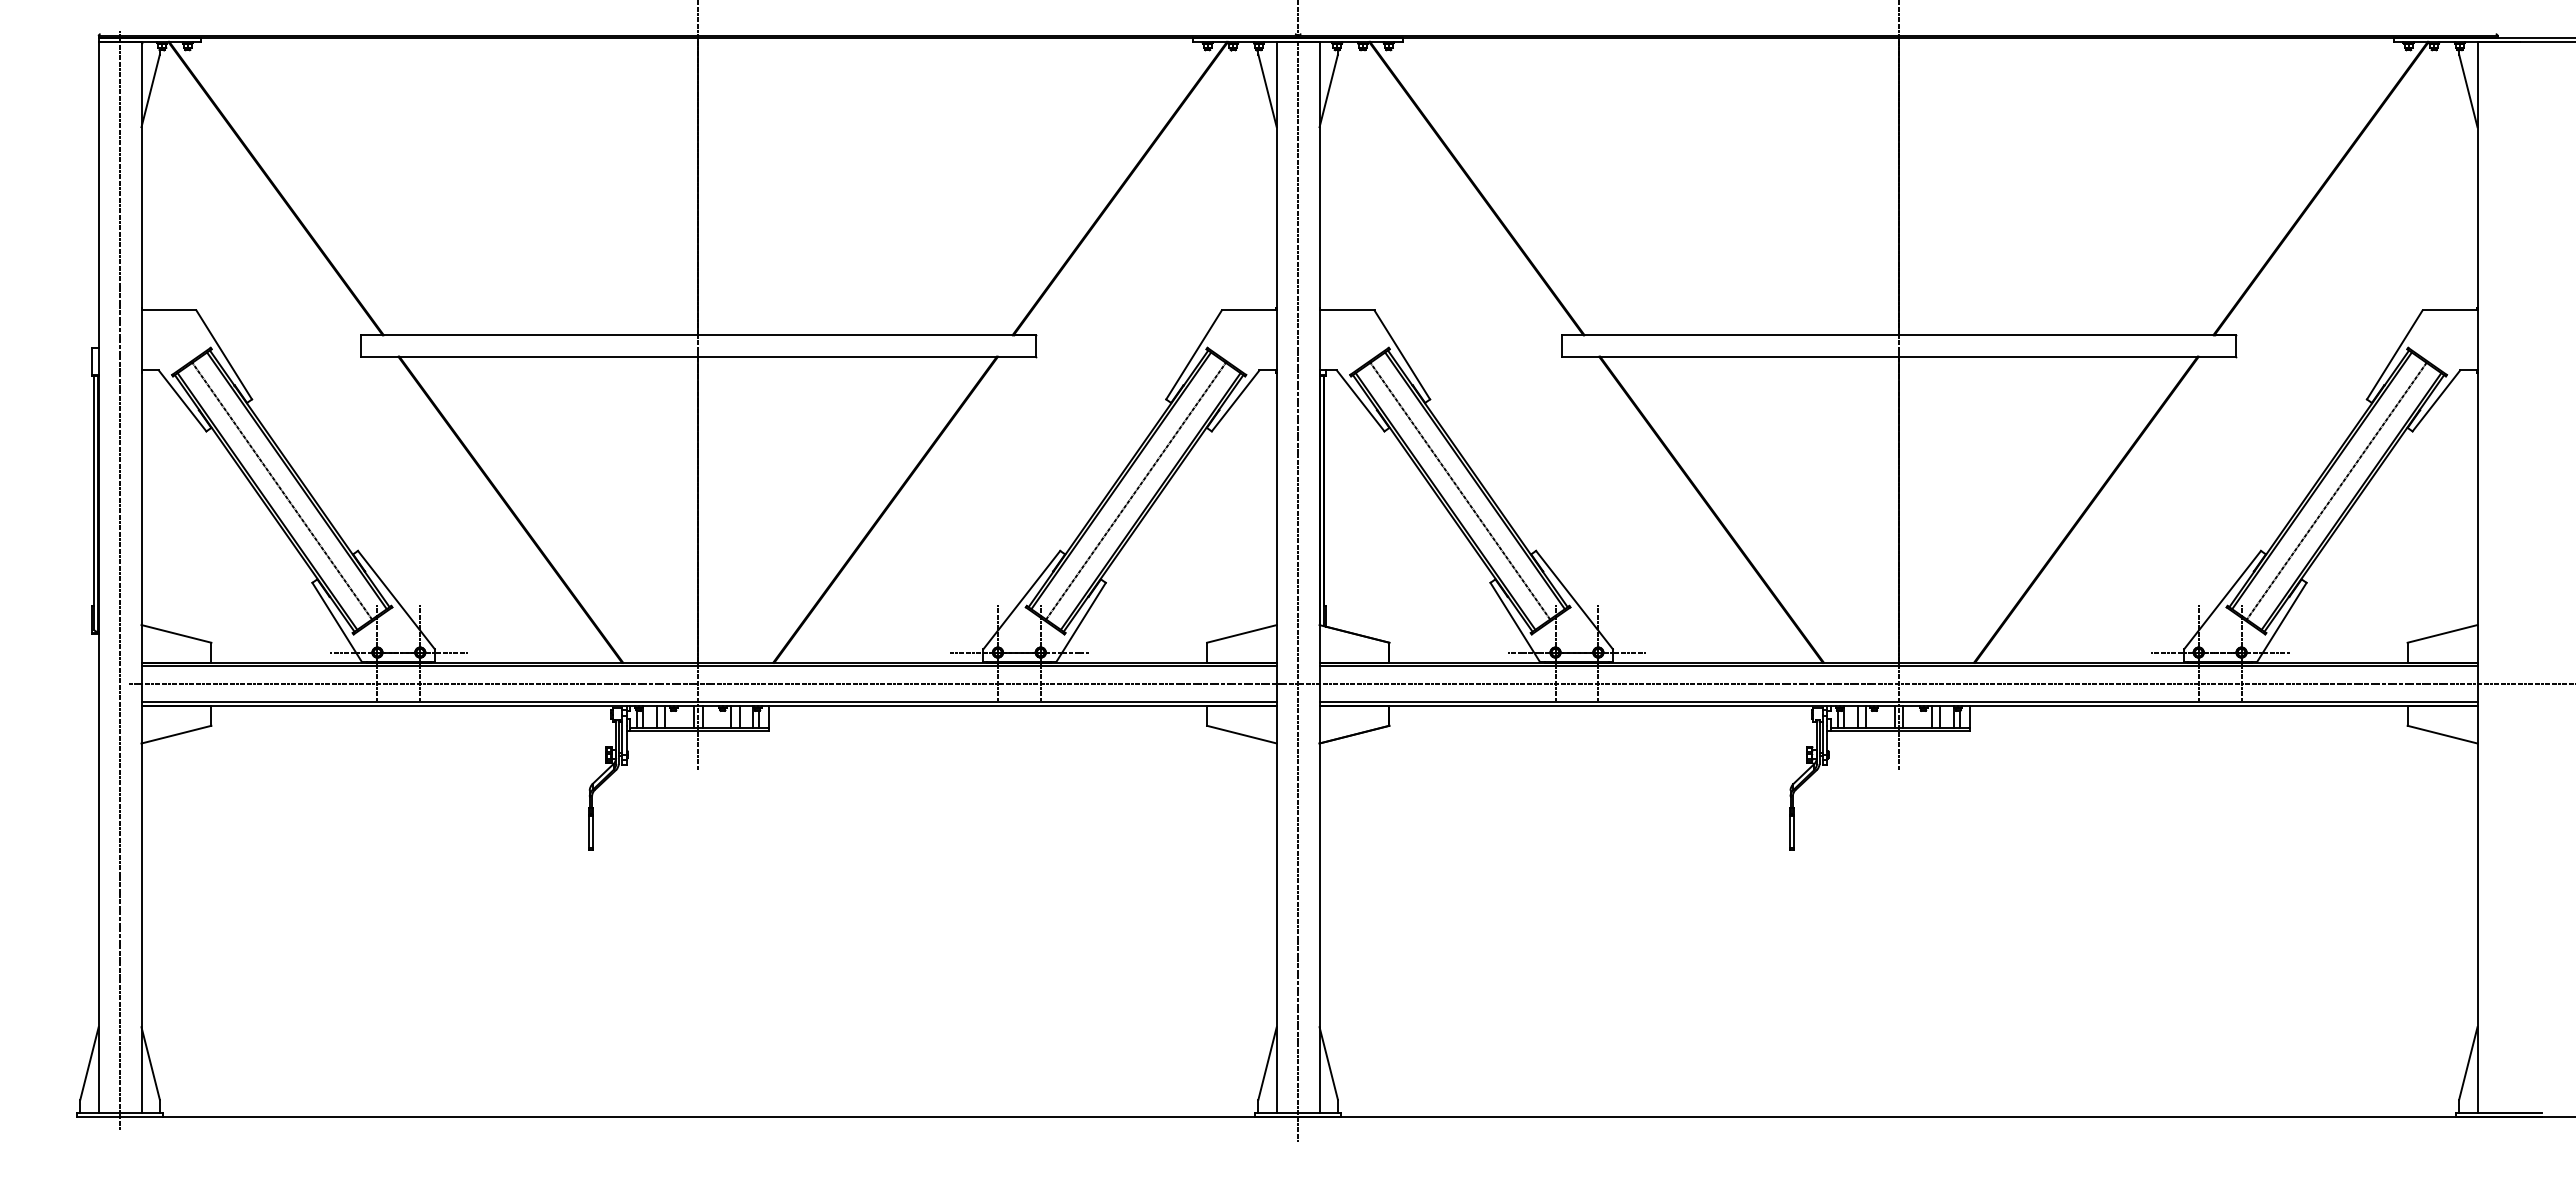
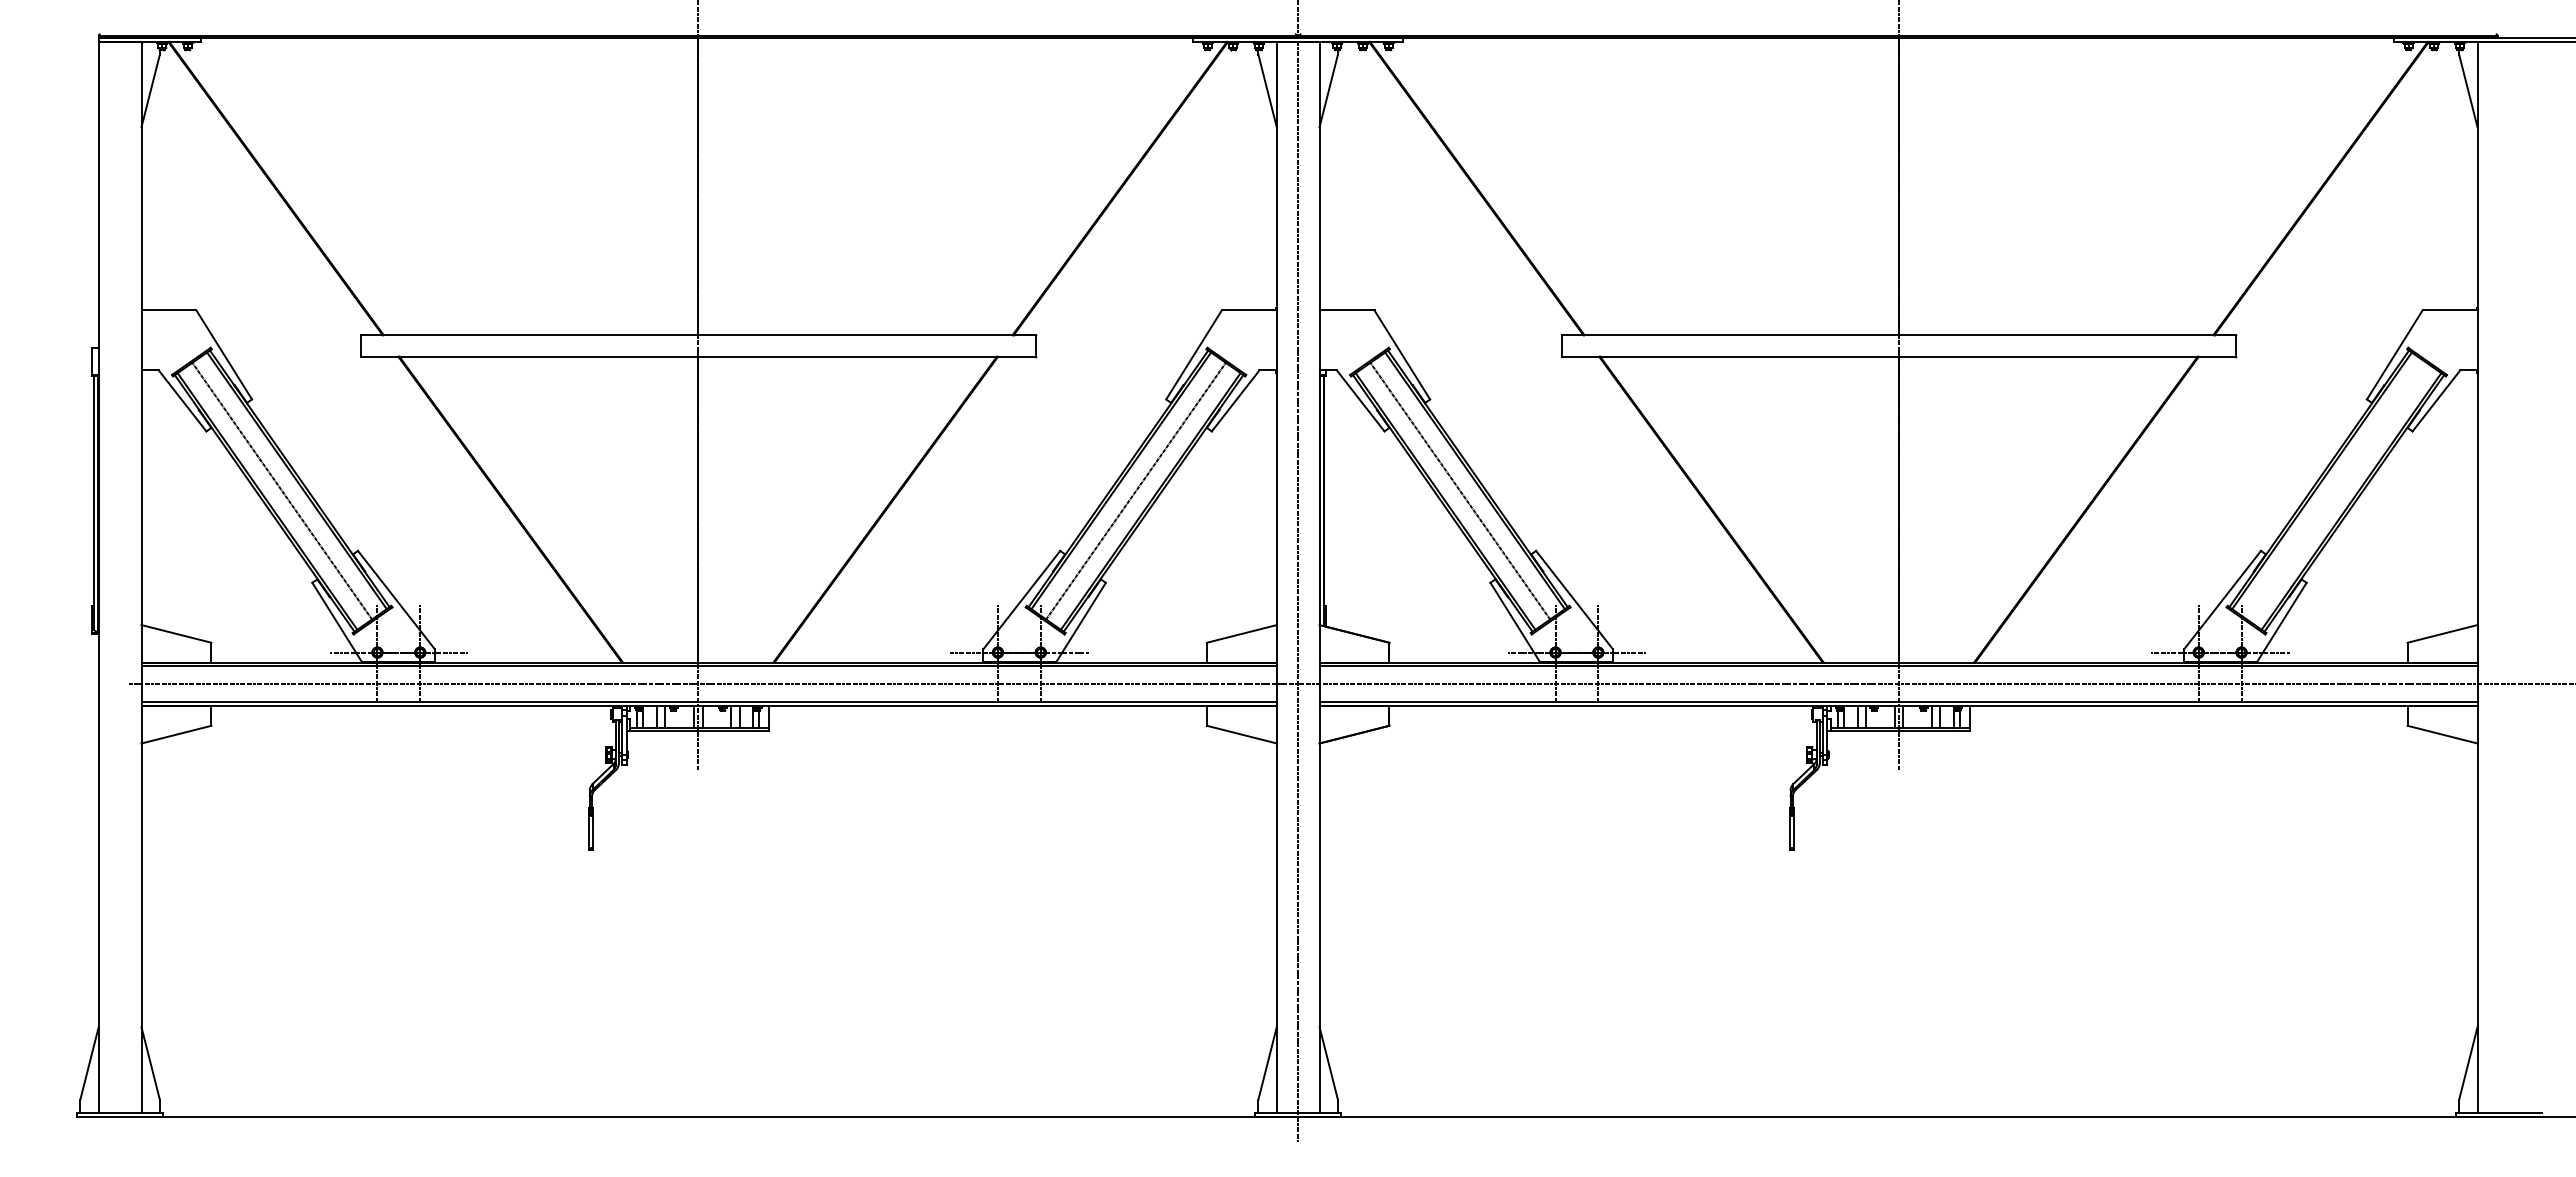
line at (2336, 490): present -> none
line at (120, 580): present -> none
